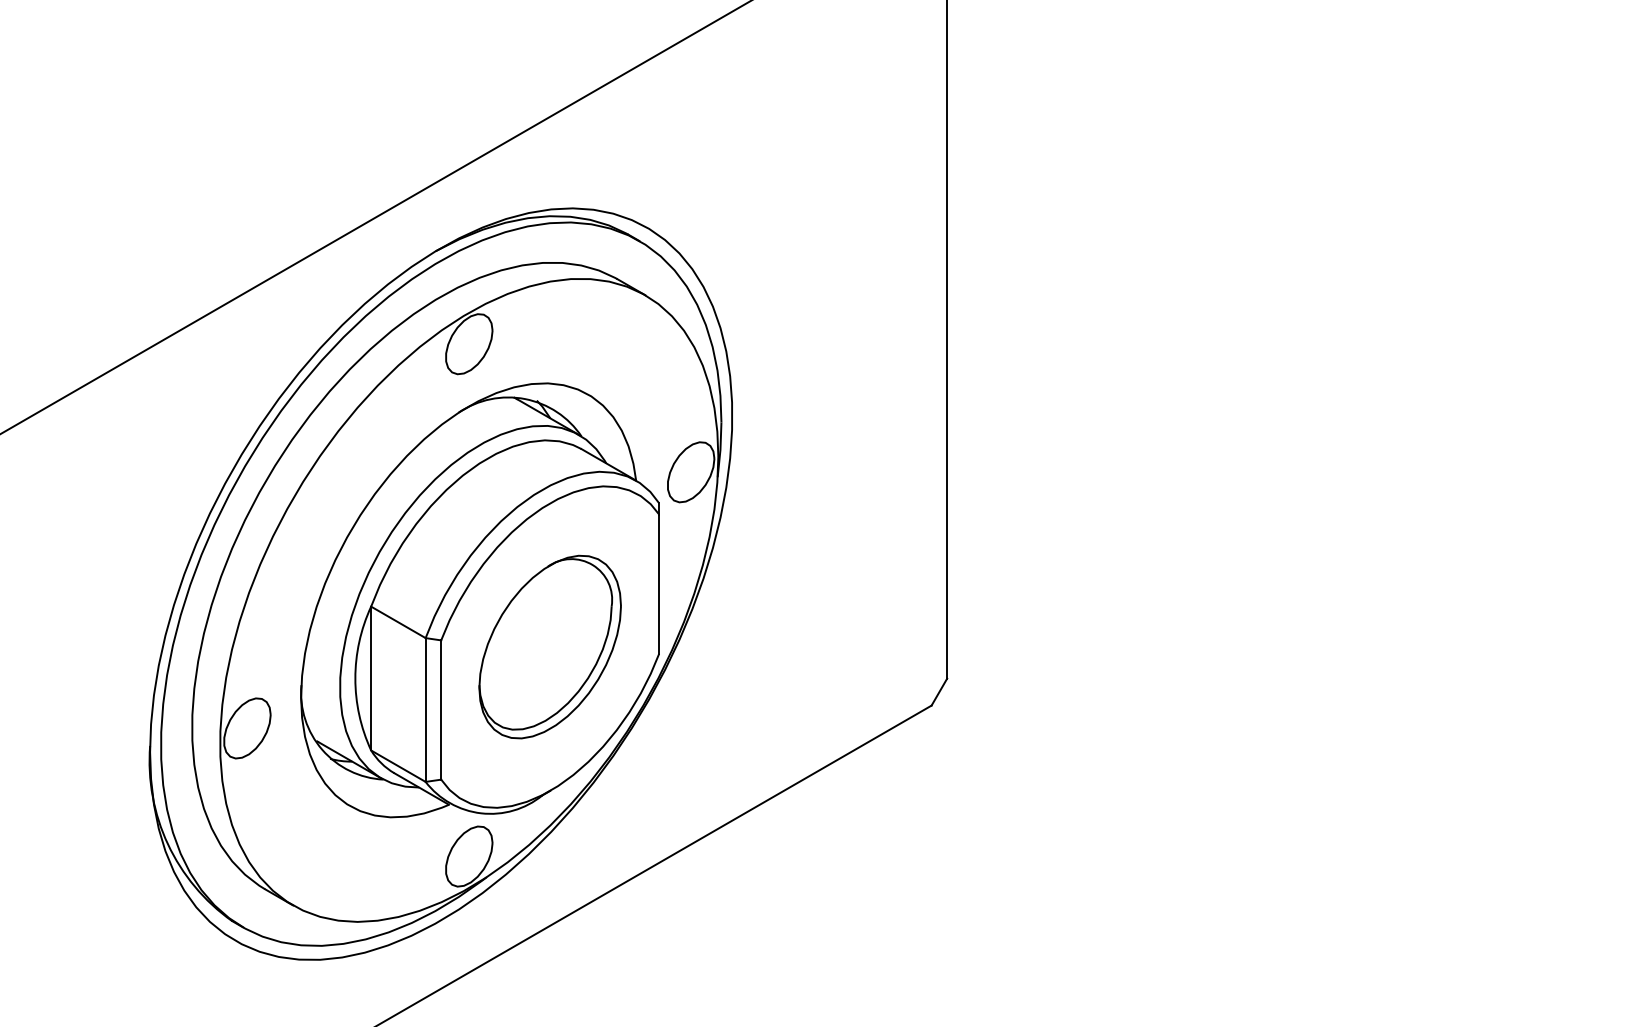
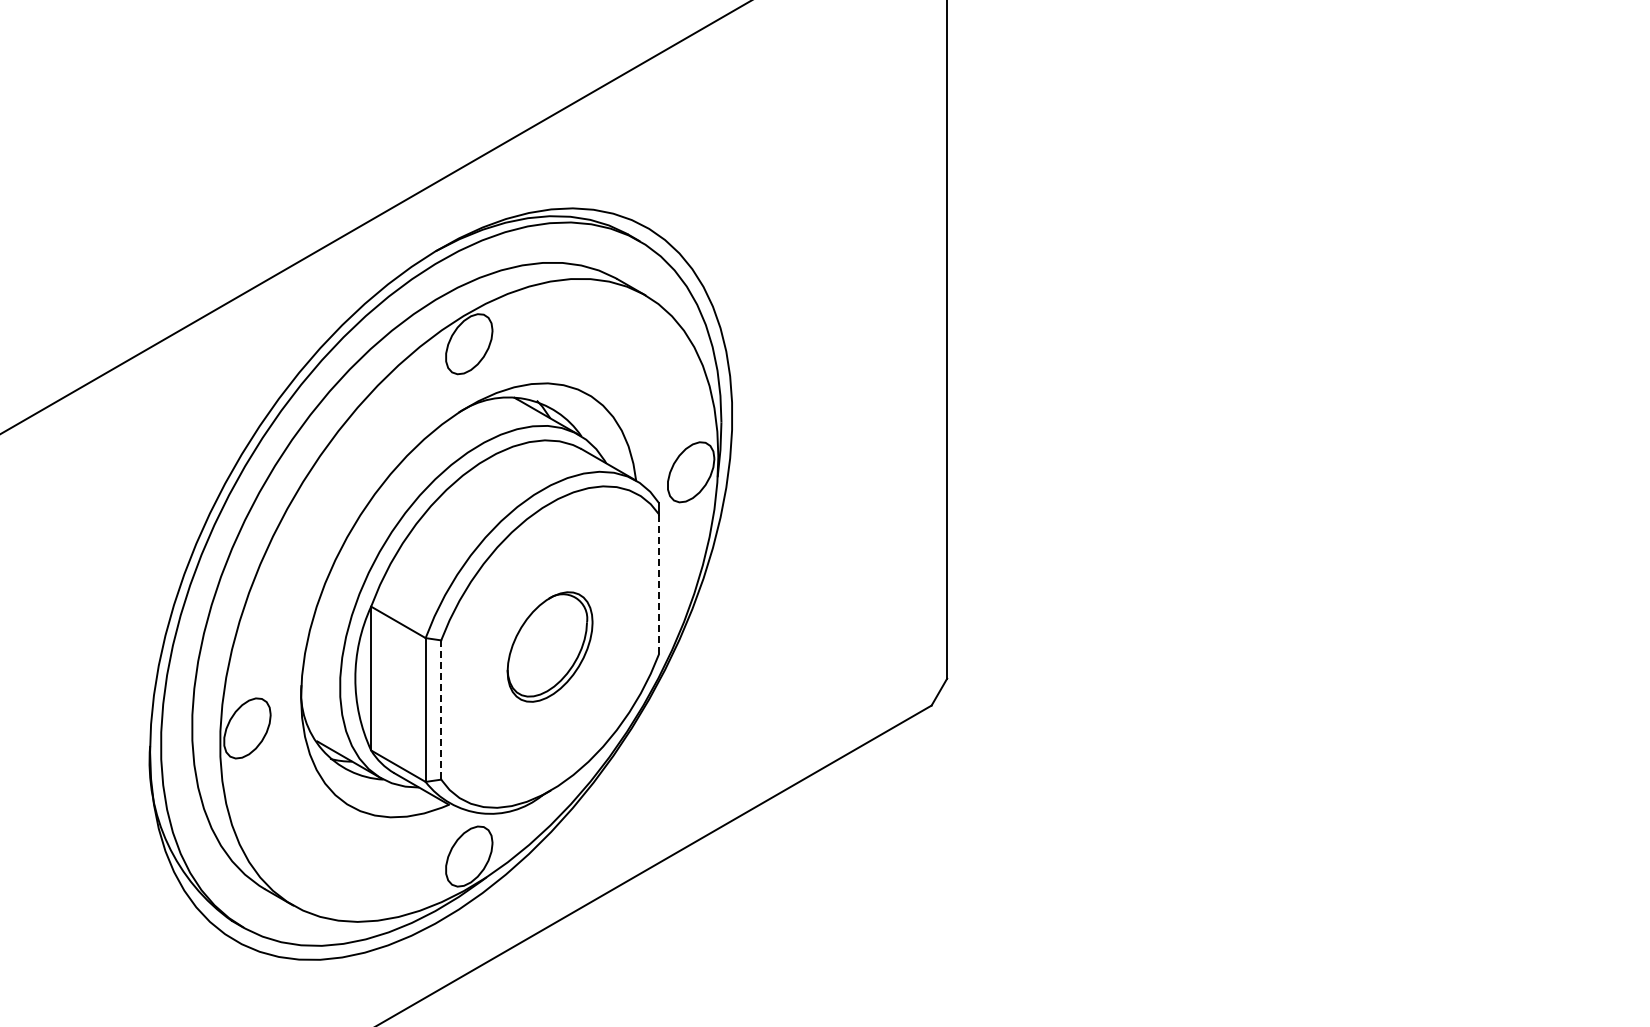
line at (659, 584): solid -> dashed
part at (549, 646) size: 144x186 px -> 88x112 px
line at (441, 710): solid -> dashed
